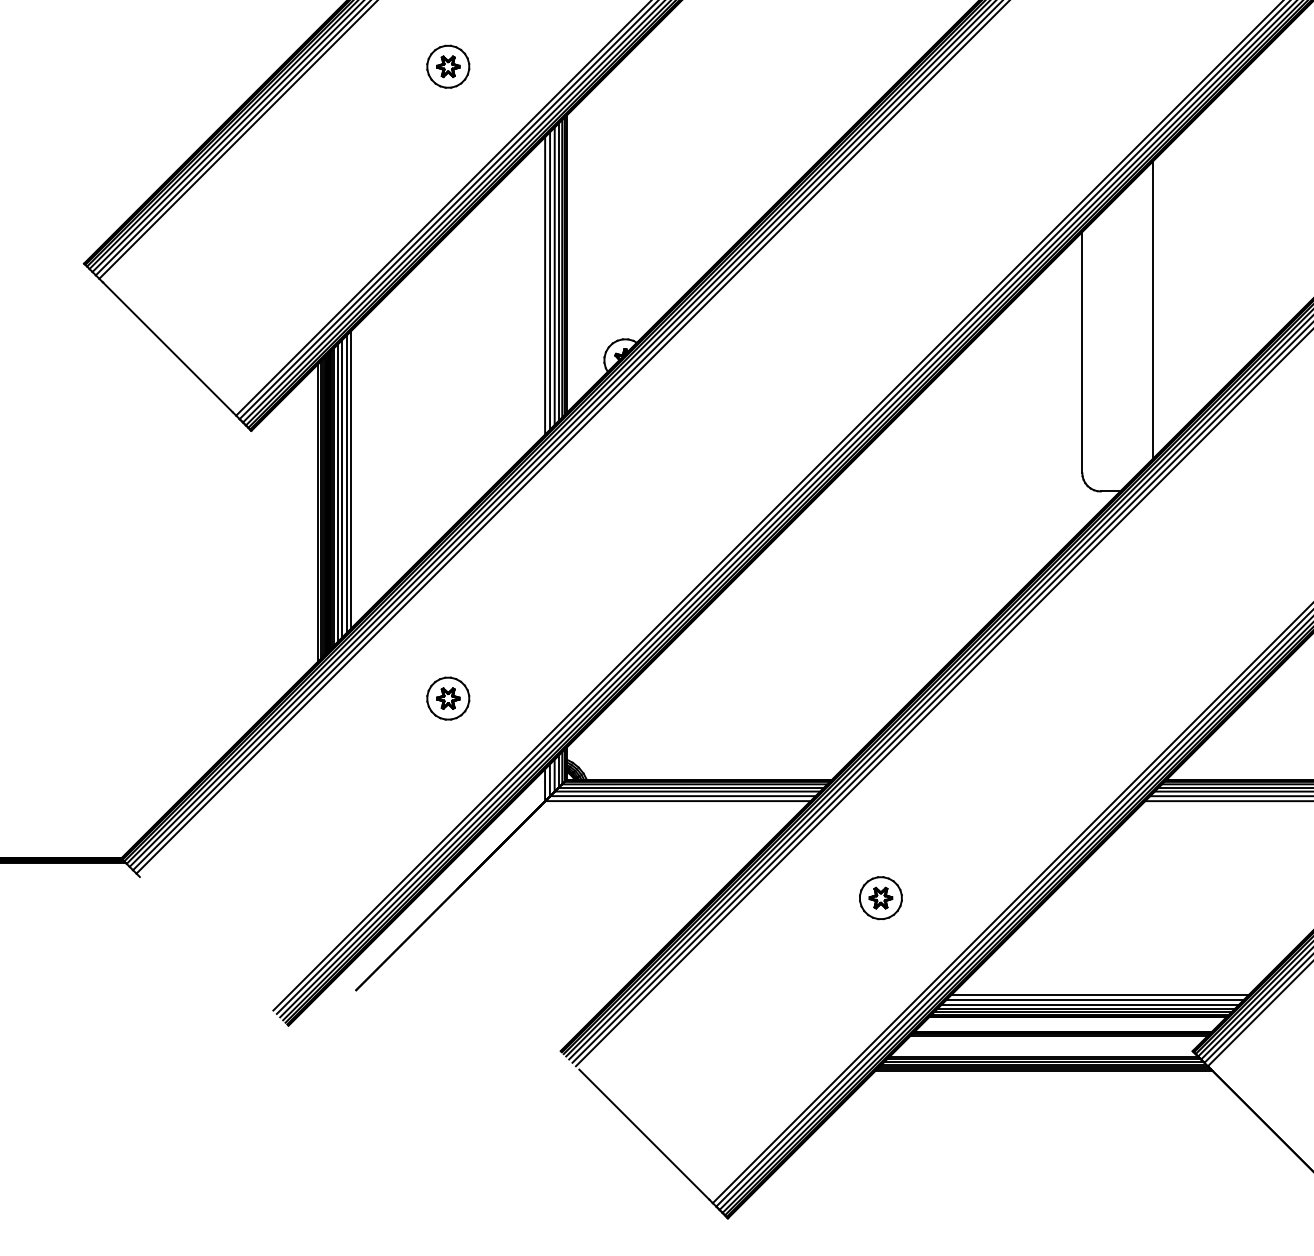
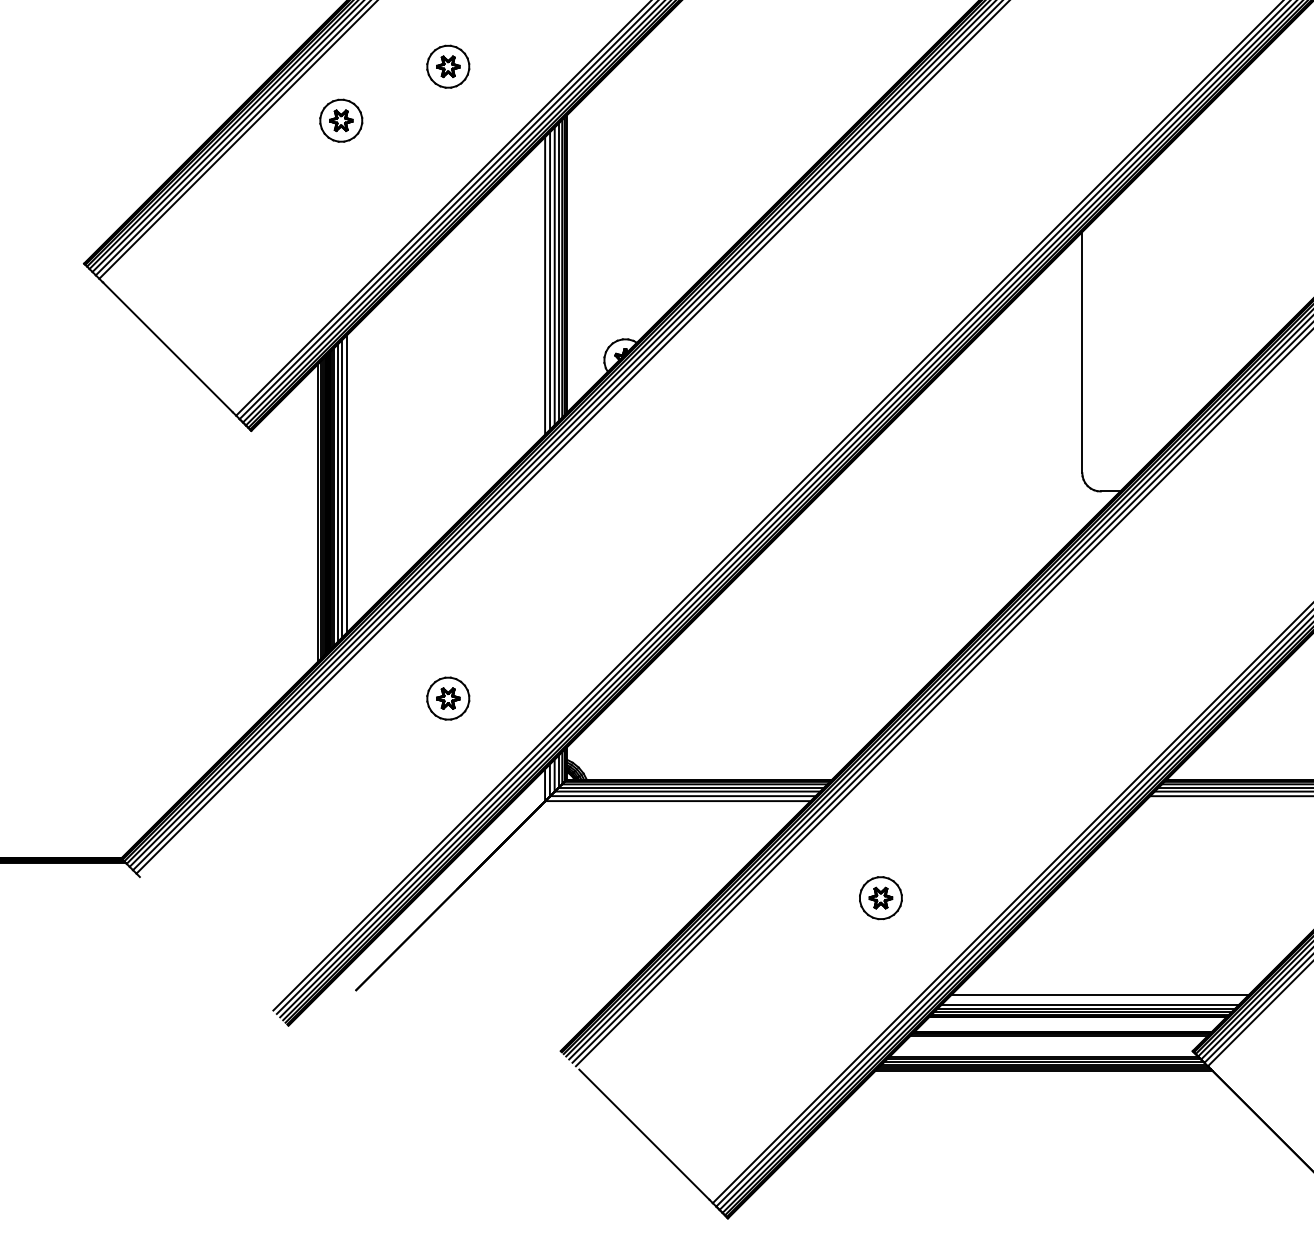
part at (341, 120): none -> present
line at (1153, 309): present -> none
line at (351, 479): present -> none
line at (1227, 801): present -> none
line at (1094, 999): present -> none
